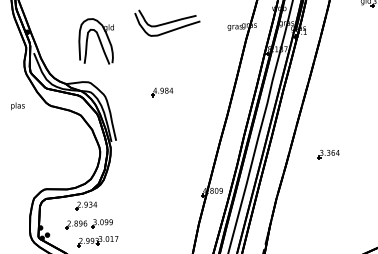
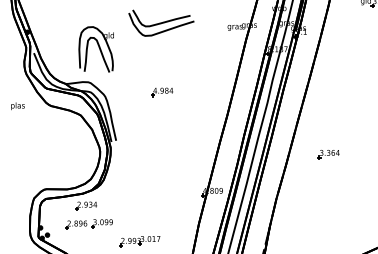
part at (167, 22) position: (167, 22) -> (161, 22)
part at (95, 41) position: (95, 41) -> (95, 49)
part at (97, 241) position: (97, 241) -> (139, 241)
